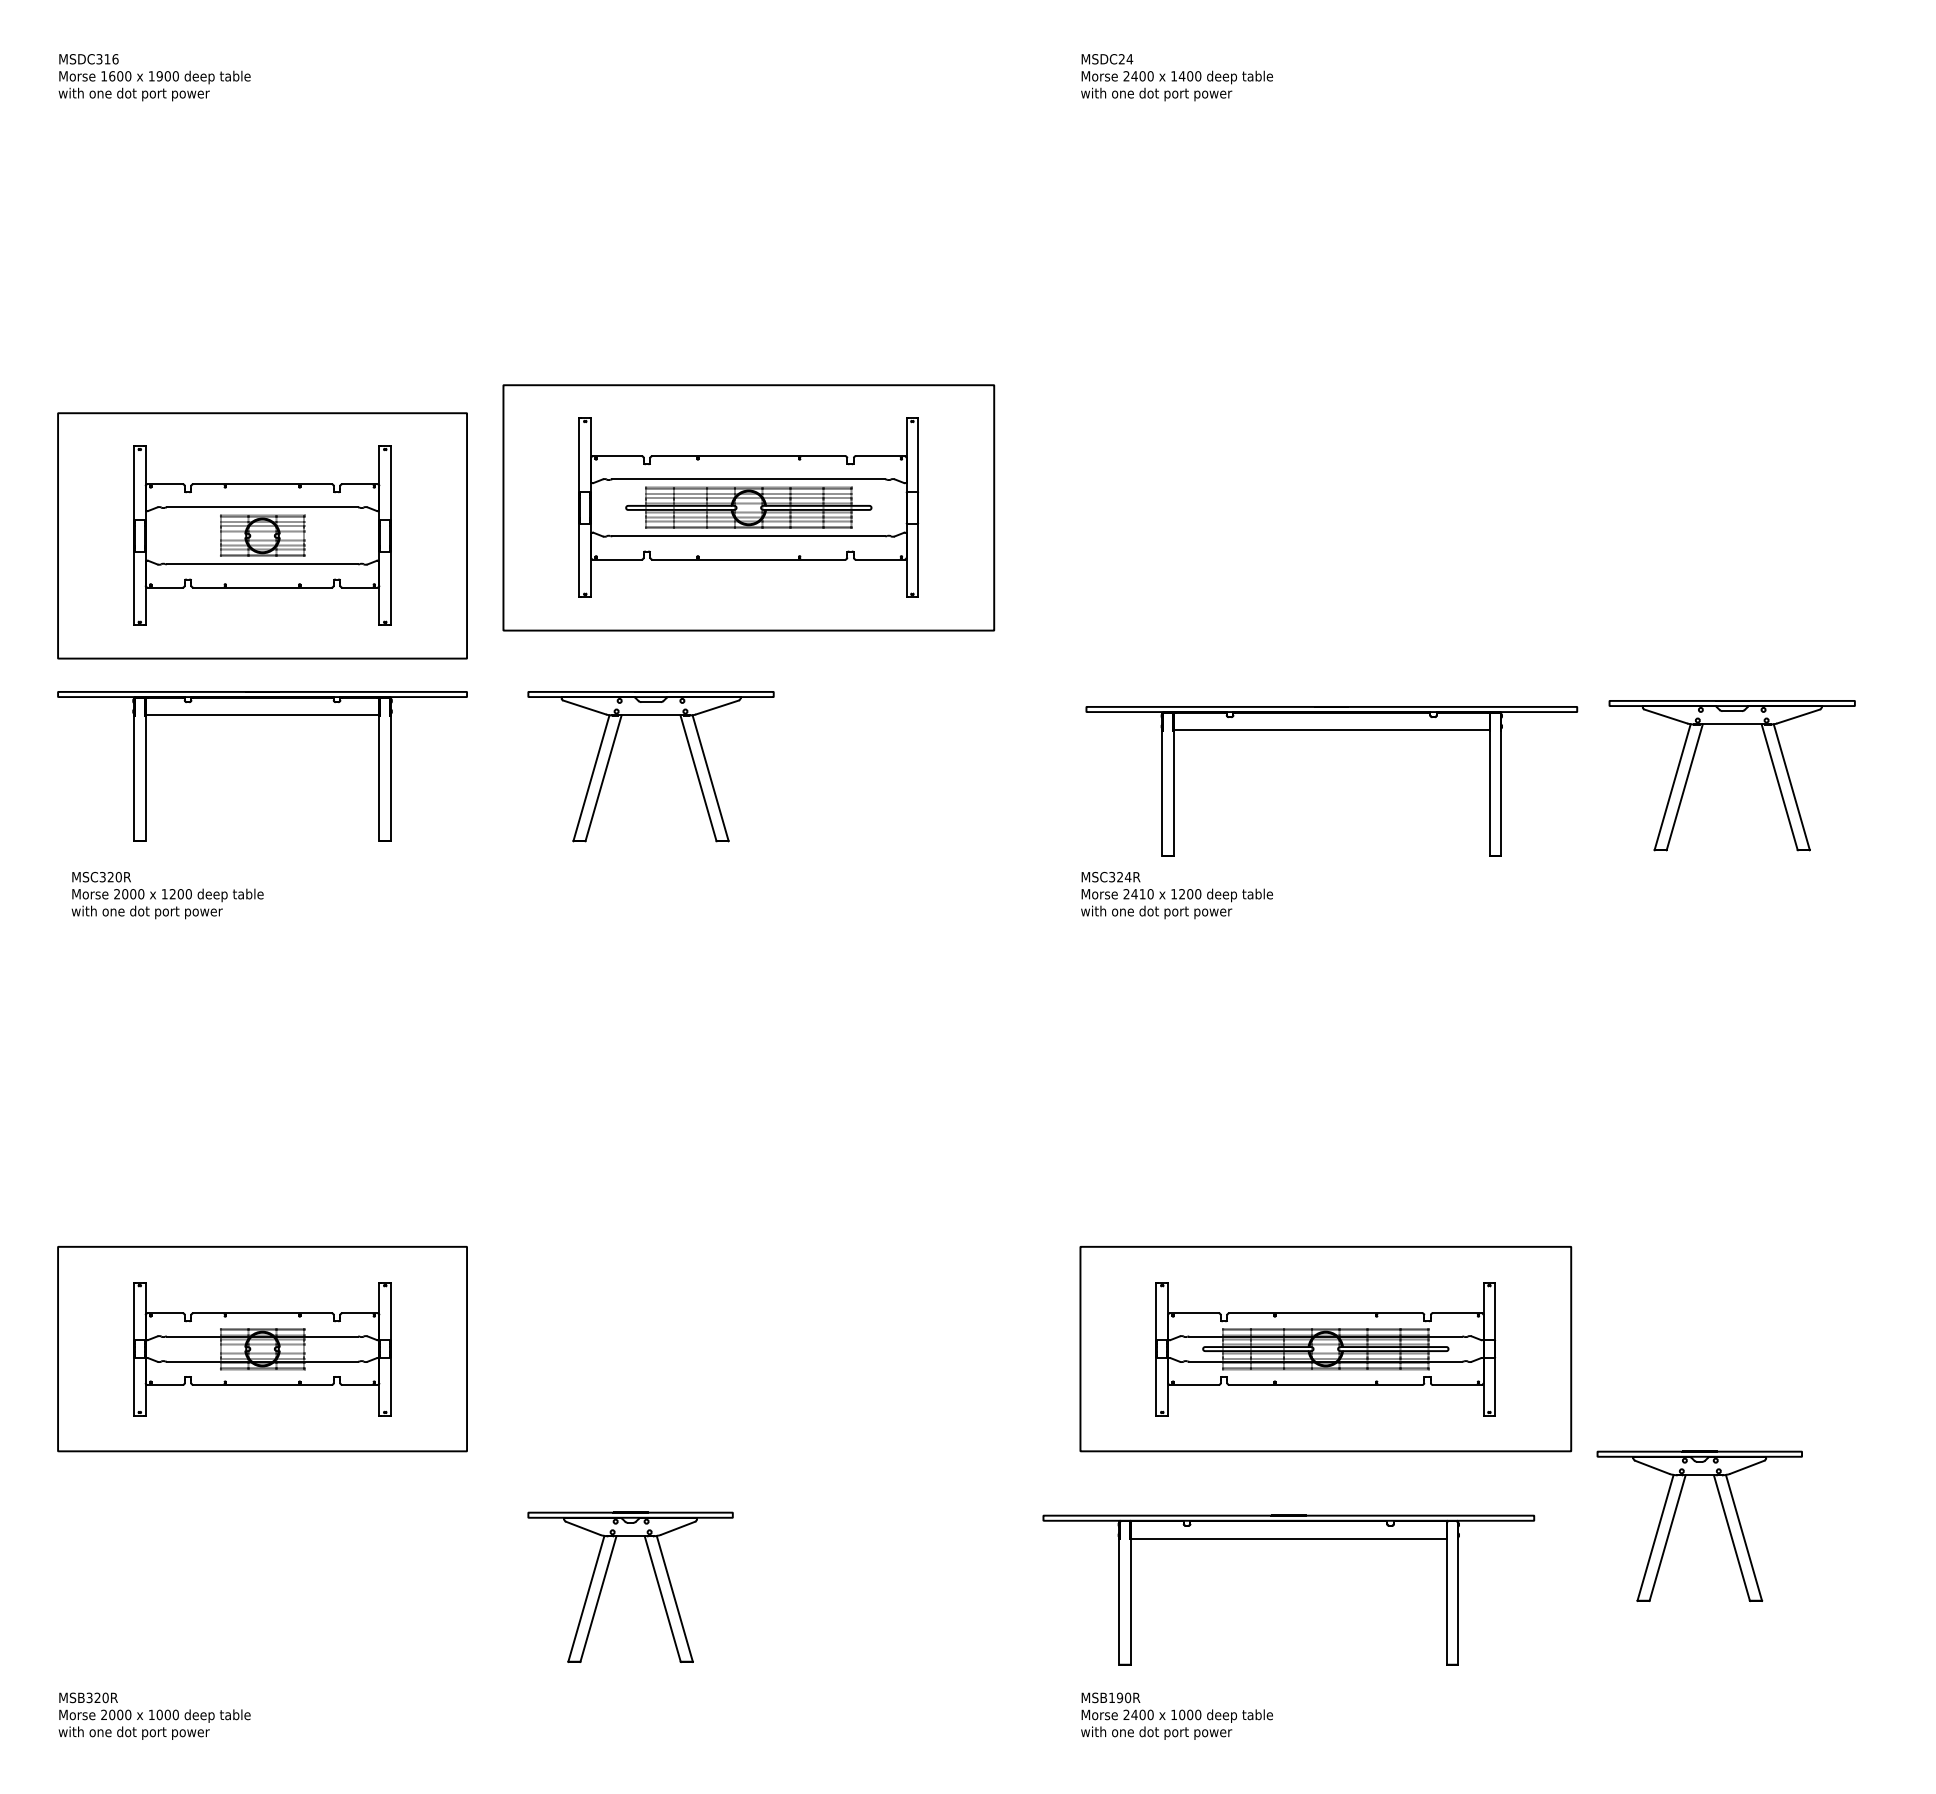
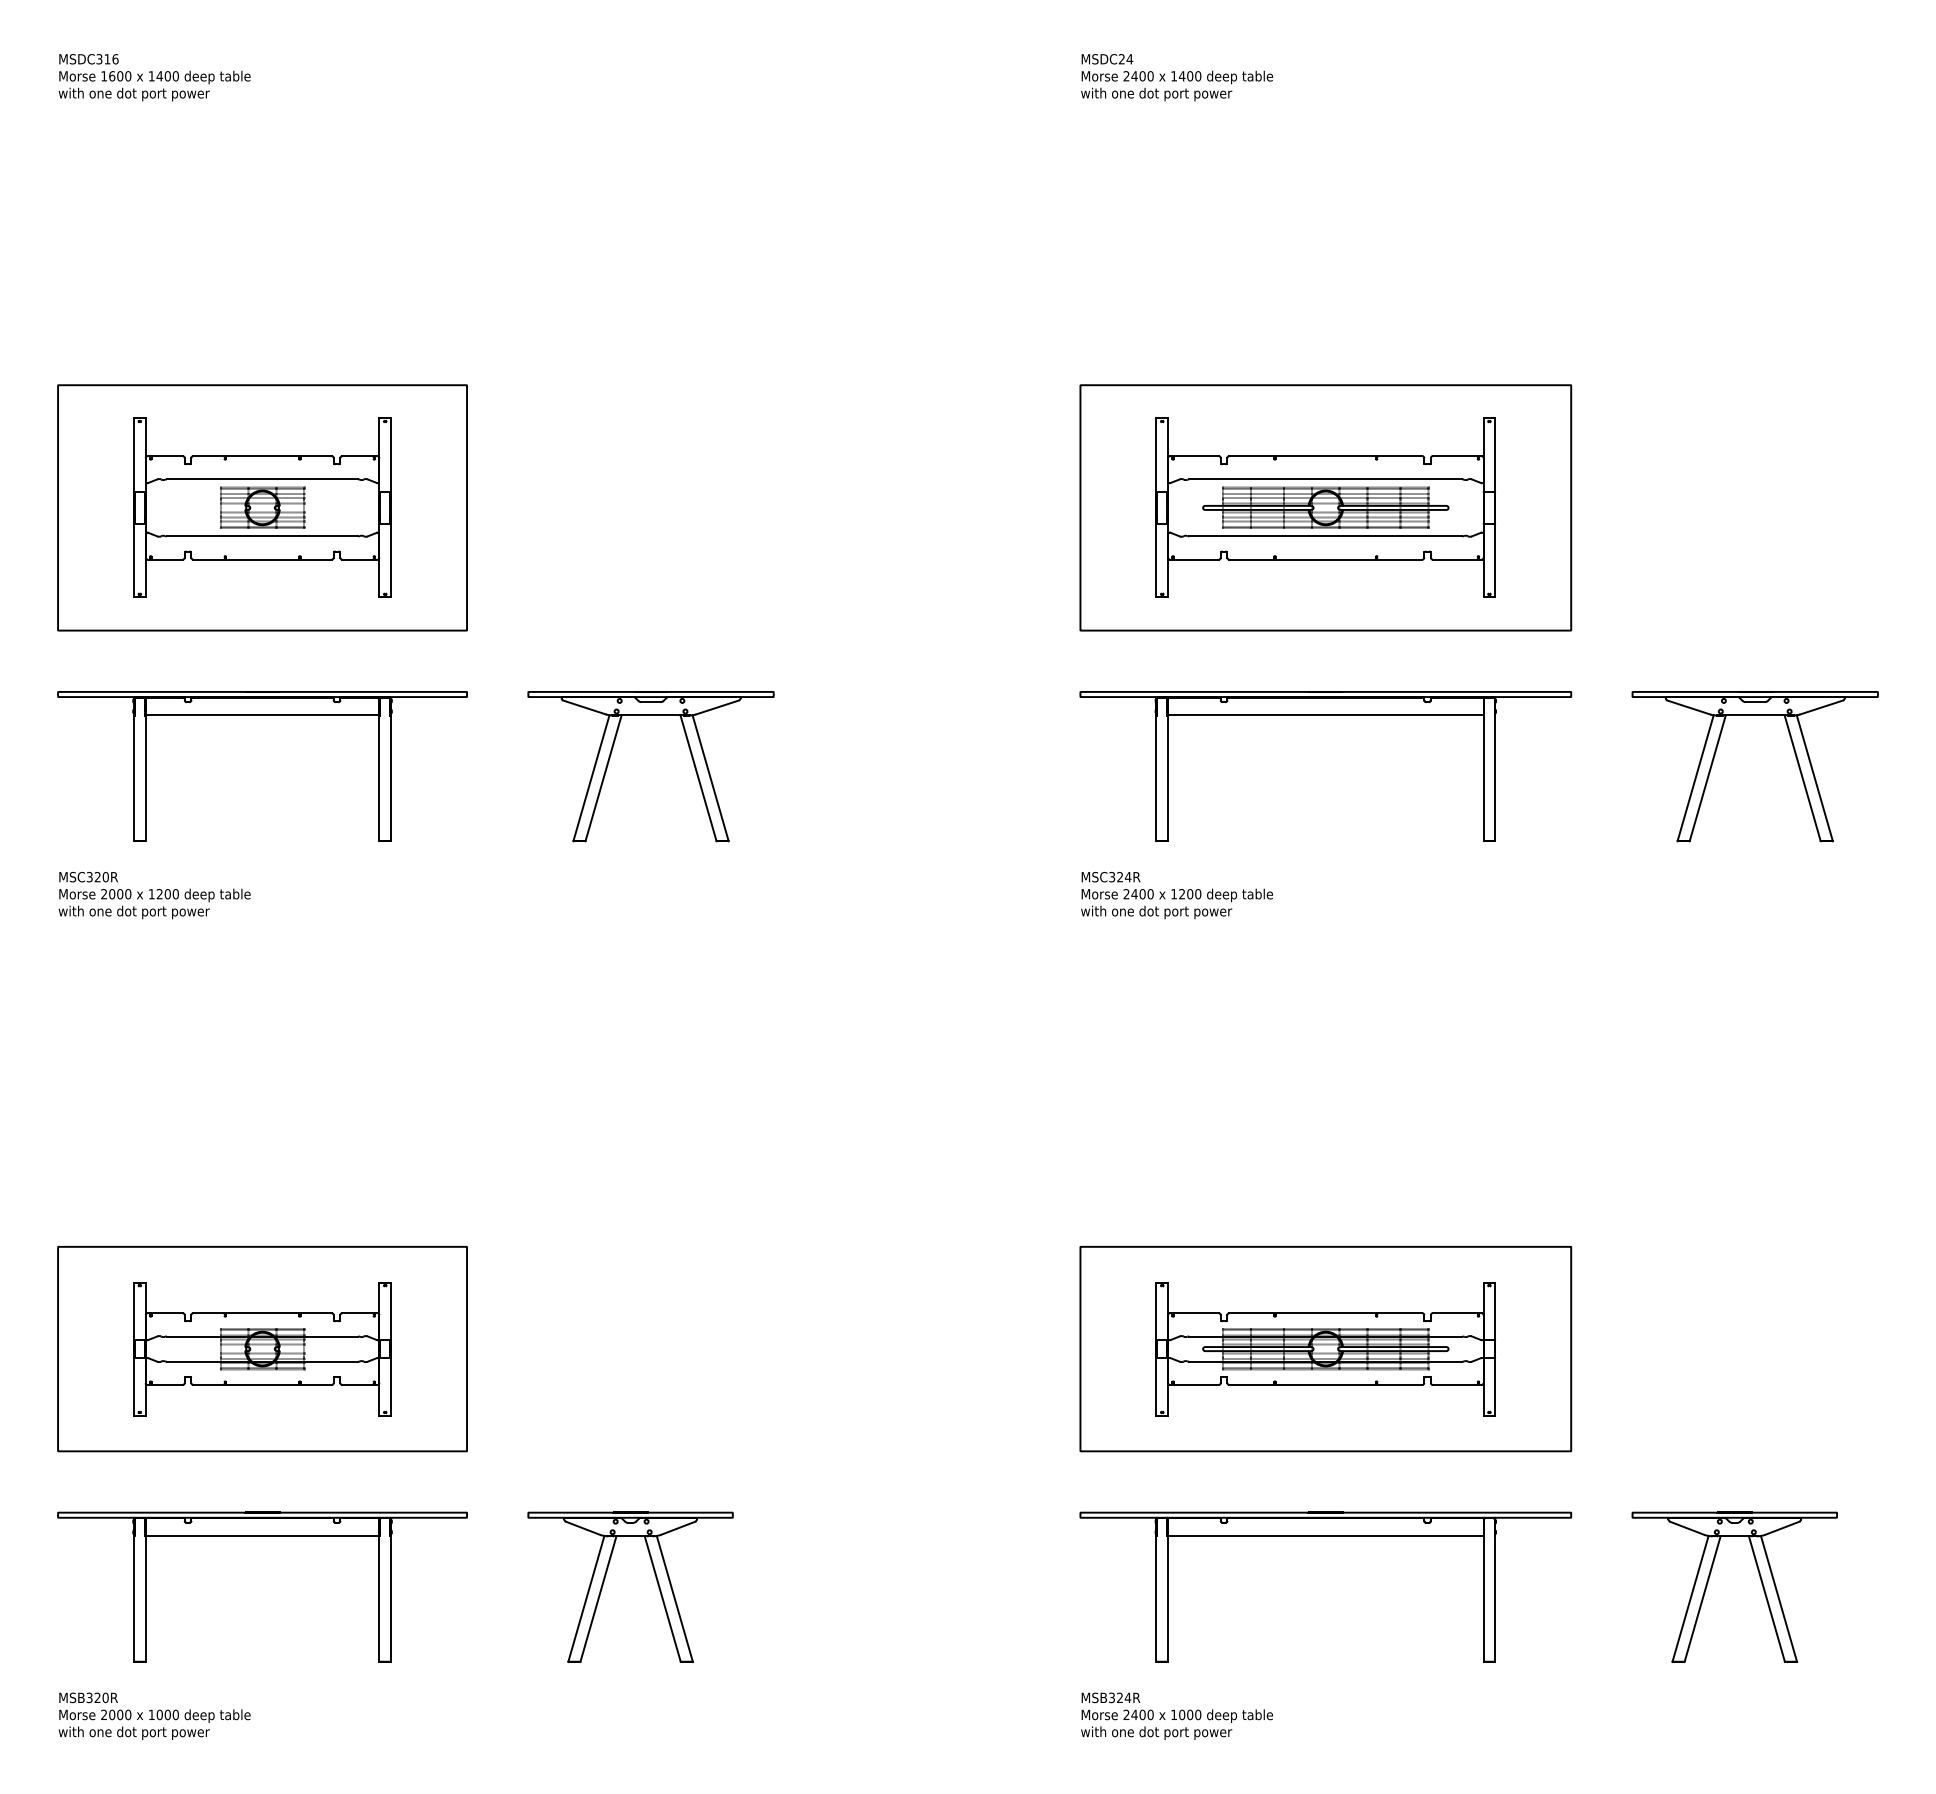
text at (159, 76): 1900 -> 1400
part at (748, 507) position: (748, 507) -> (1325, 507)
part at (262, 535) position: (262, 535) -> (262, 507)
part at (1331, 730) position: (1331, 730) -> (1325, 715)
part at (1693, 761) position: (1693, 761) -> (1716, 752)
text at (1142, 894): 2410 -> 2400
text at (167, 895) position: (167, 895) -> (154, 895)
part at (1674, 1518) position: (1674, 1518) -> (1709, 1579)
part at (262, 1536): none -> present
part at (1288, 1539) position: (1288, 1539) -> (1325, 1536)
text at (1120, 1697): MSB190R -> MSB324R
